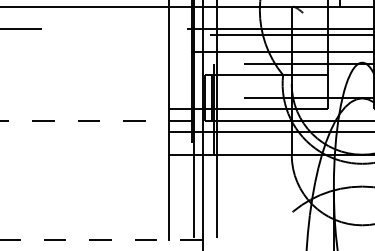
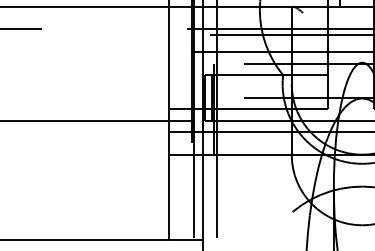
line at (95, 120): dashed -> solid
line at (101, 240): dashed -> solid
